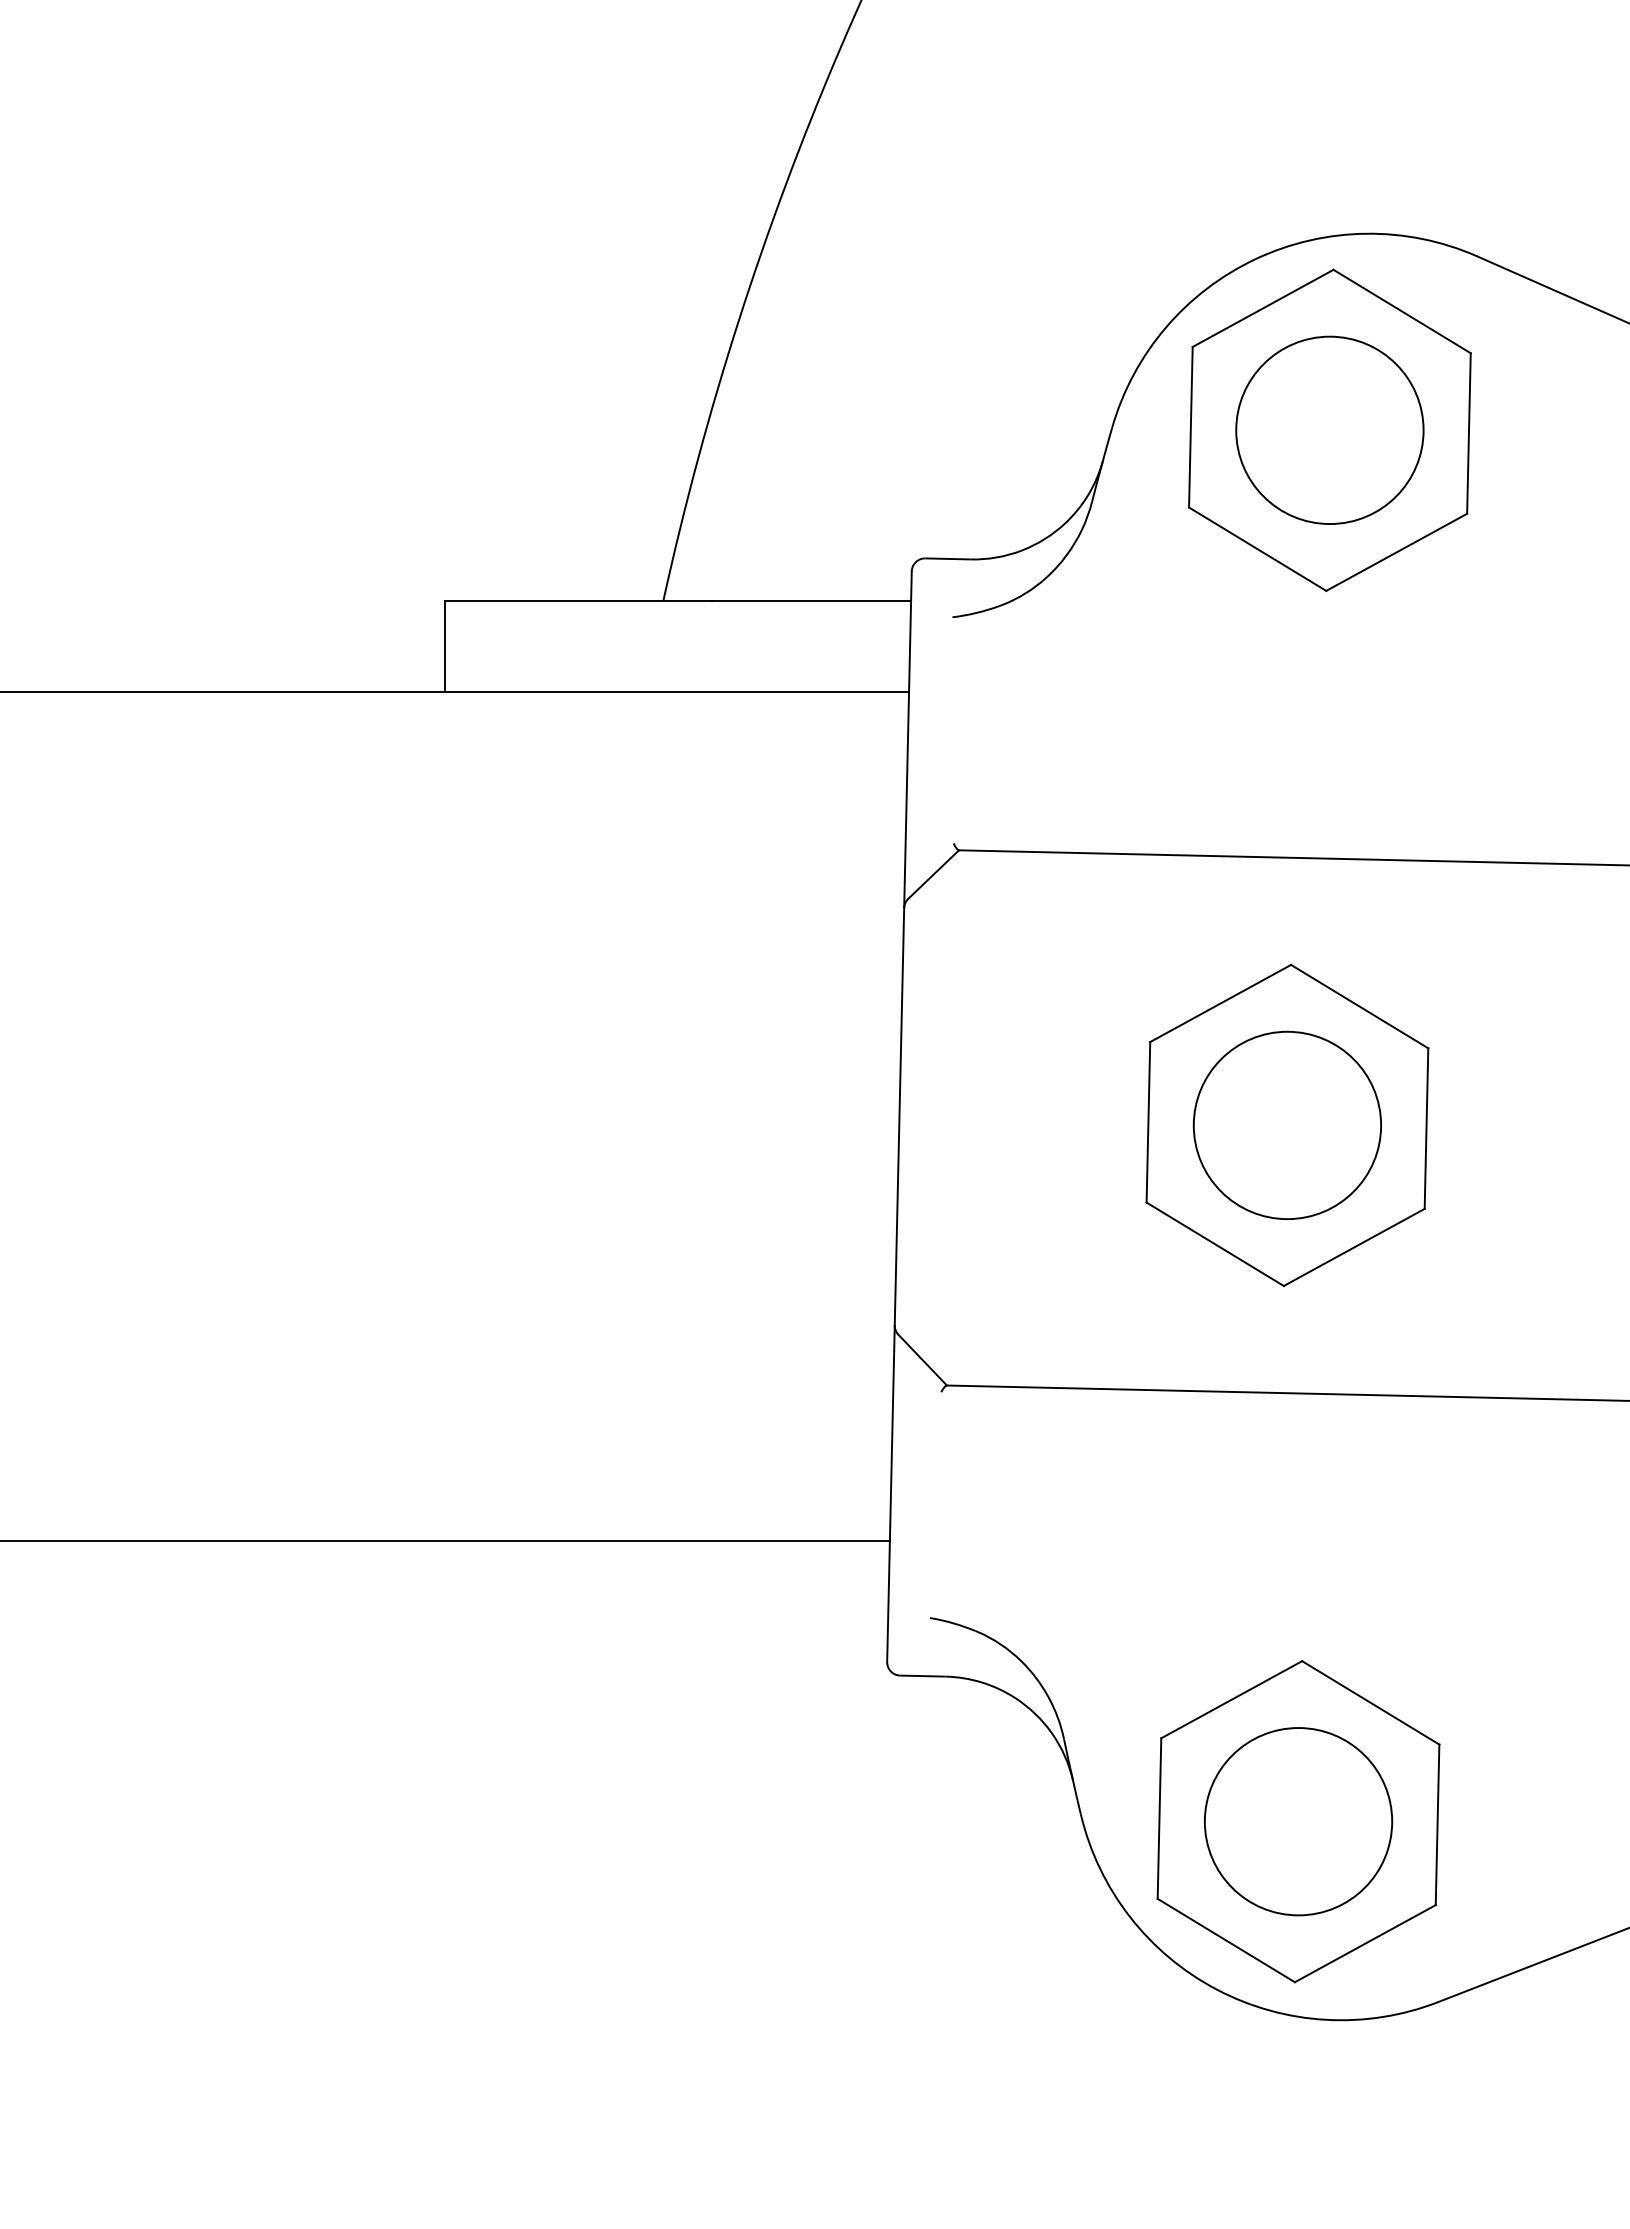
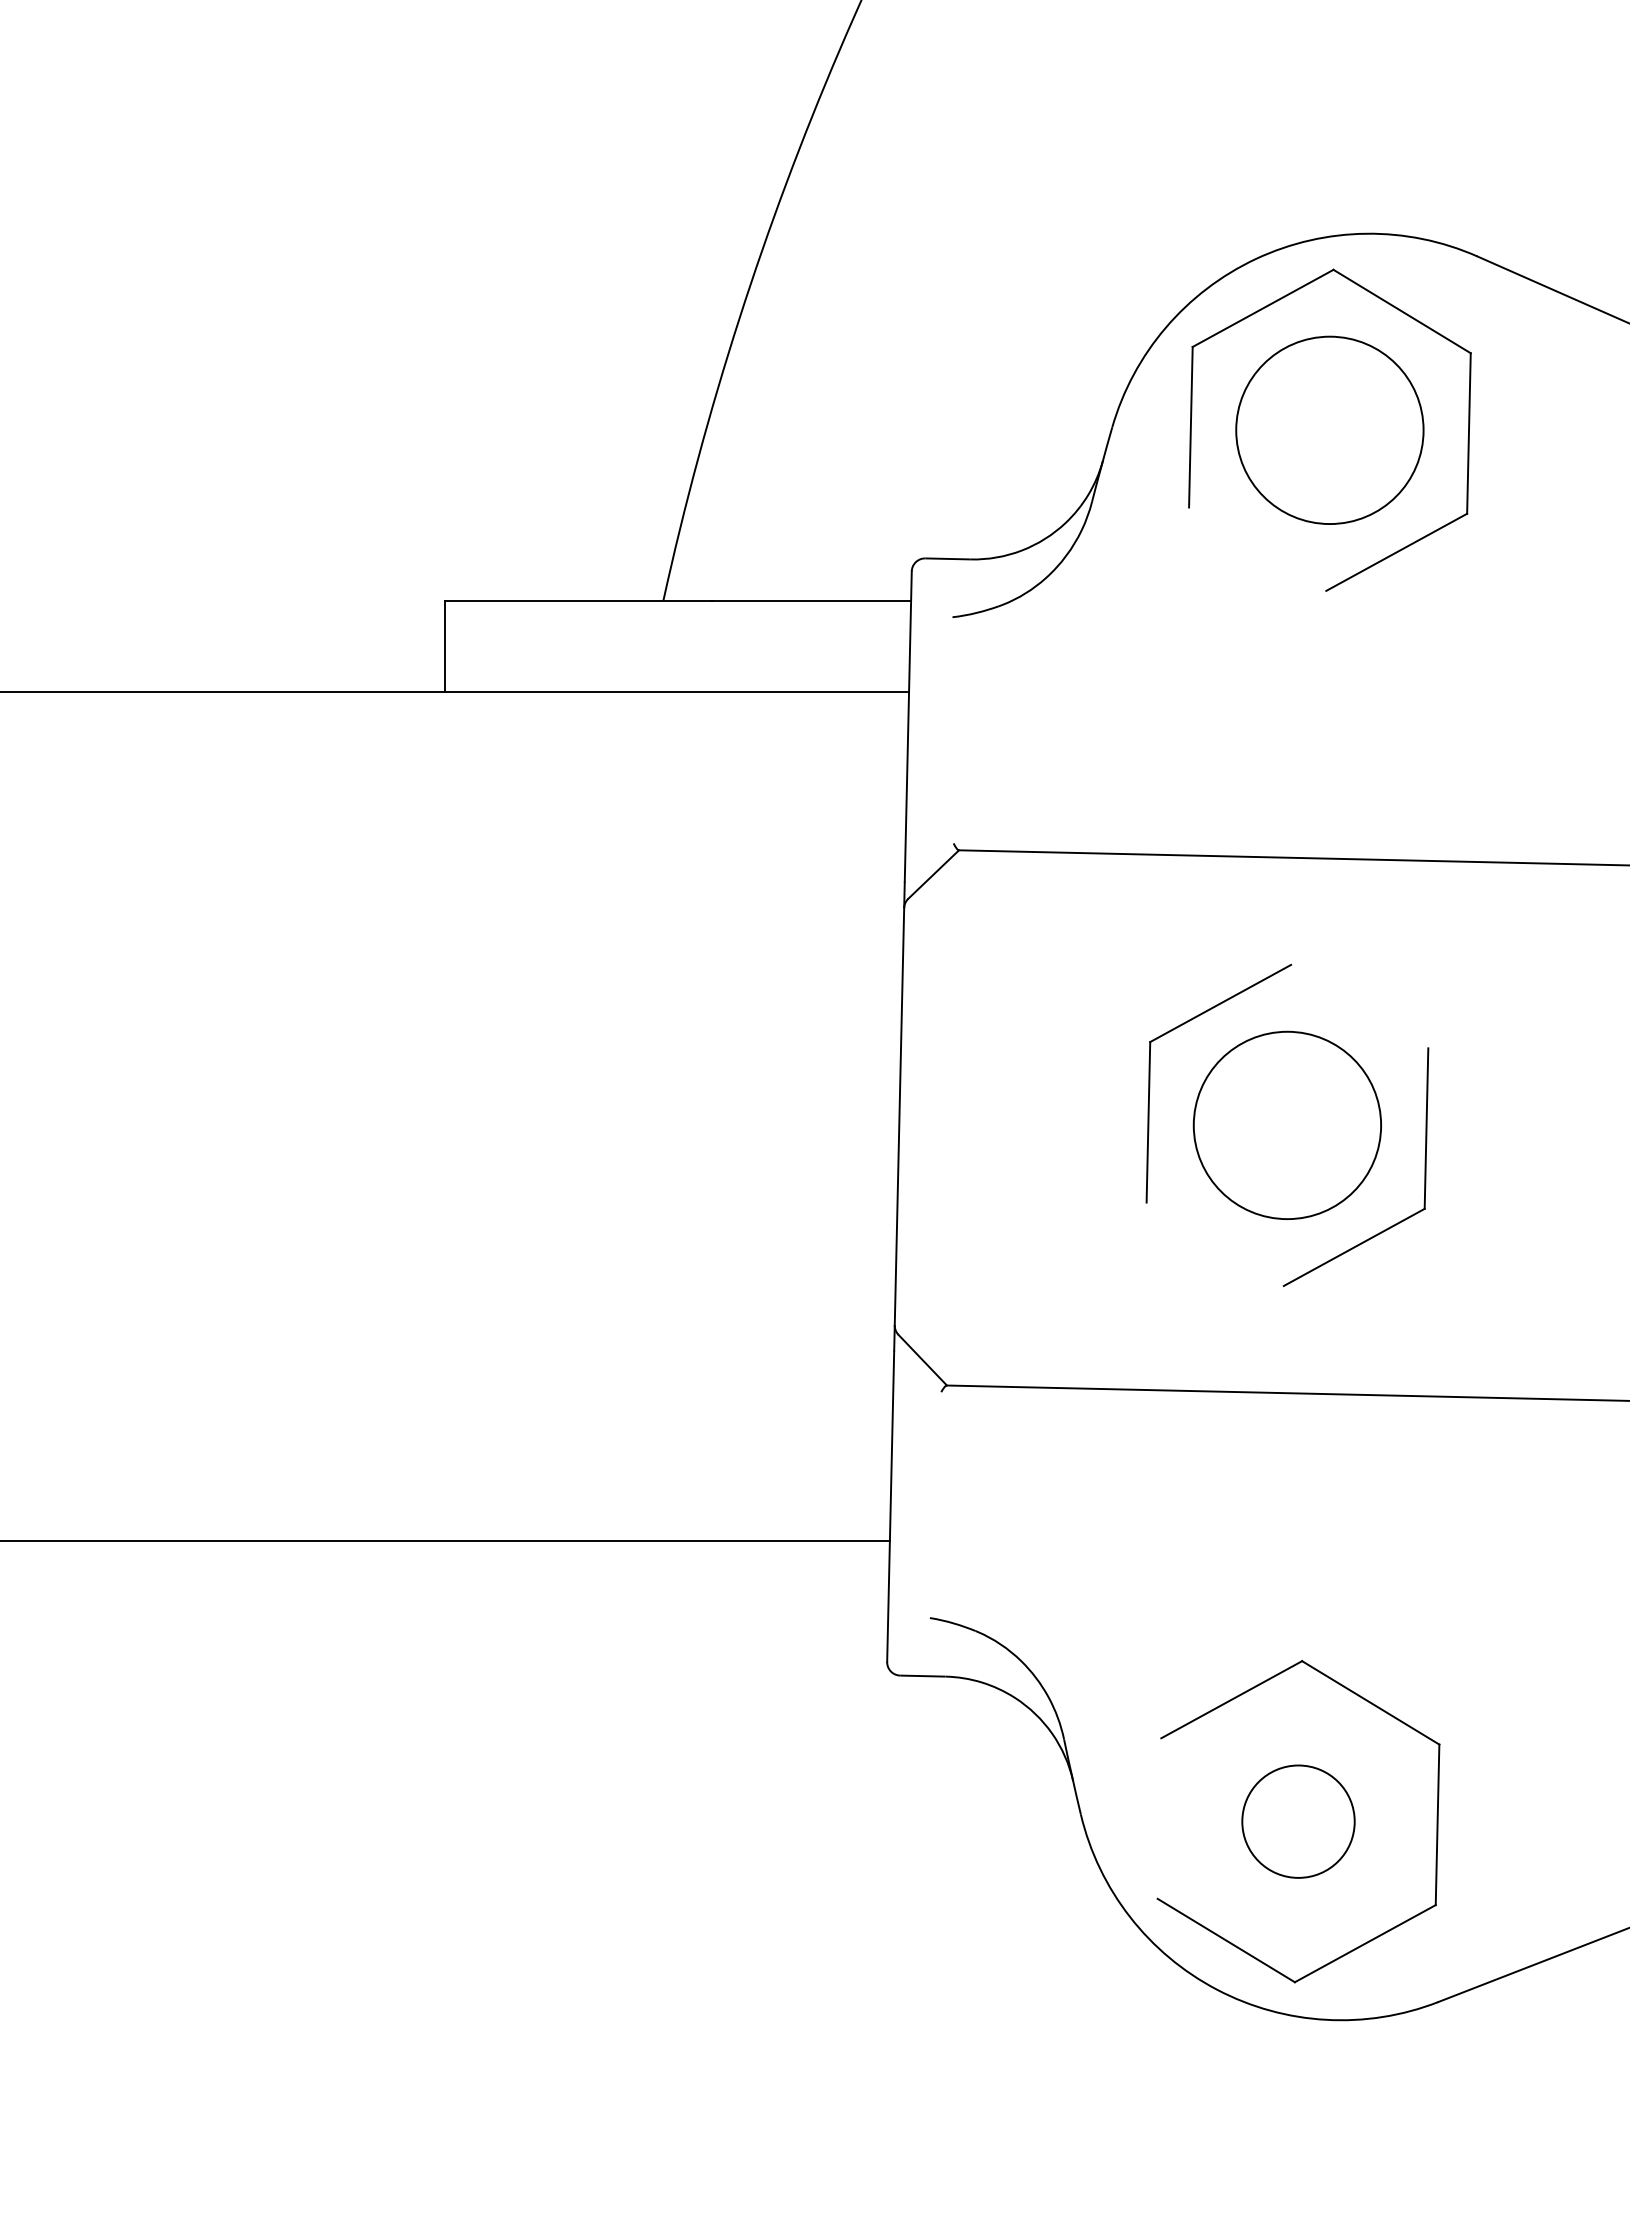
line at (1257, 548): present -> none
line at (1359, 1006): present -> none
line at (1214, 1244): present -> none
line at (1159, 1818): present -> none
circle at (1298, 1821) diameter: 187 px -> 112 px
